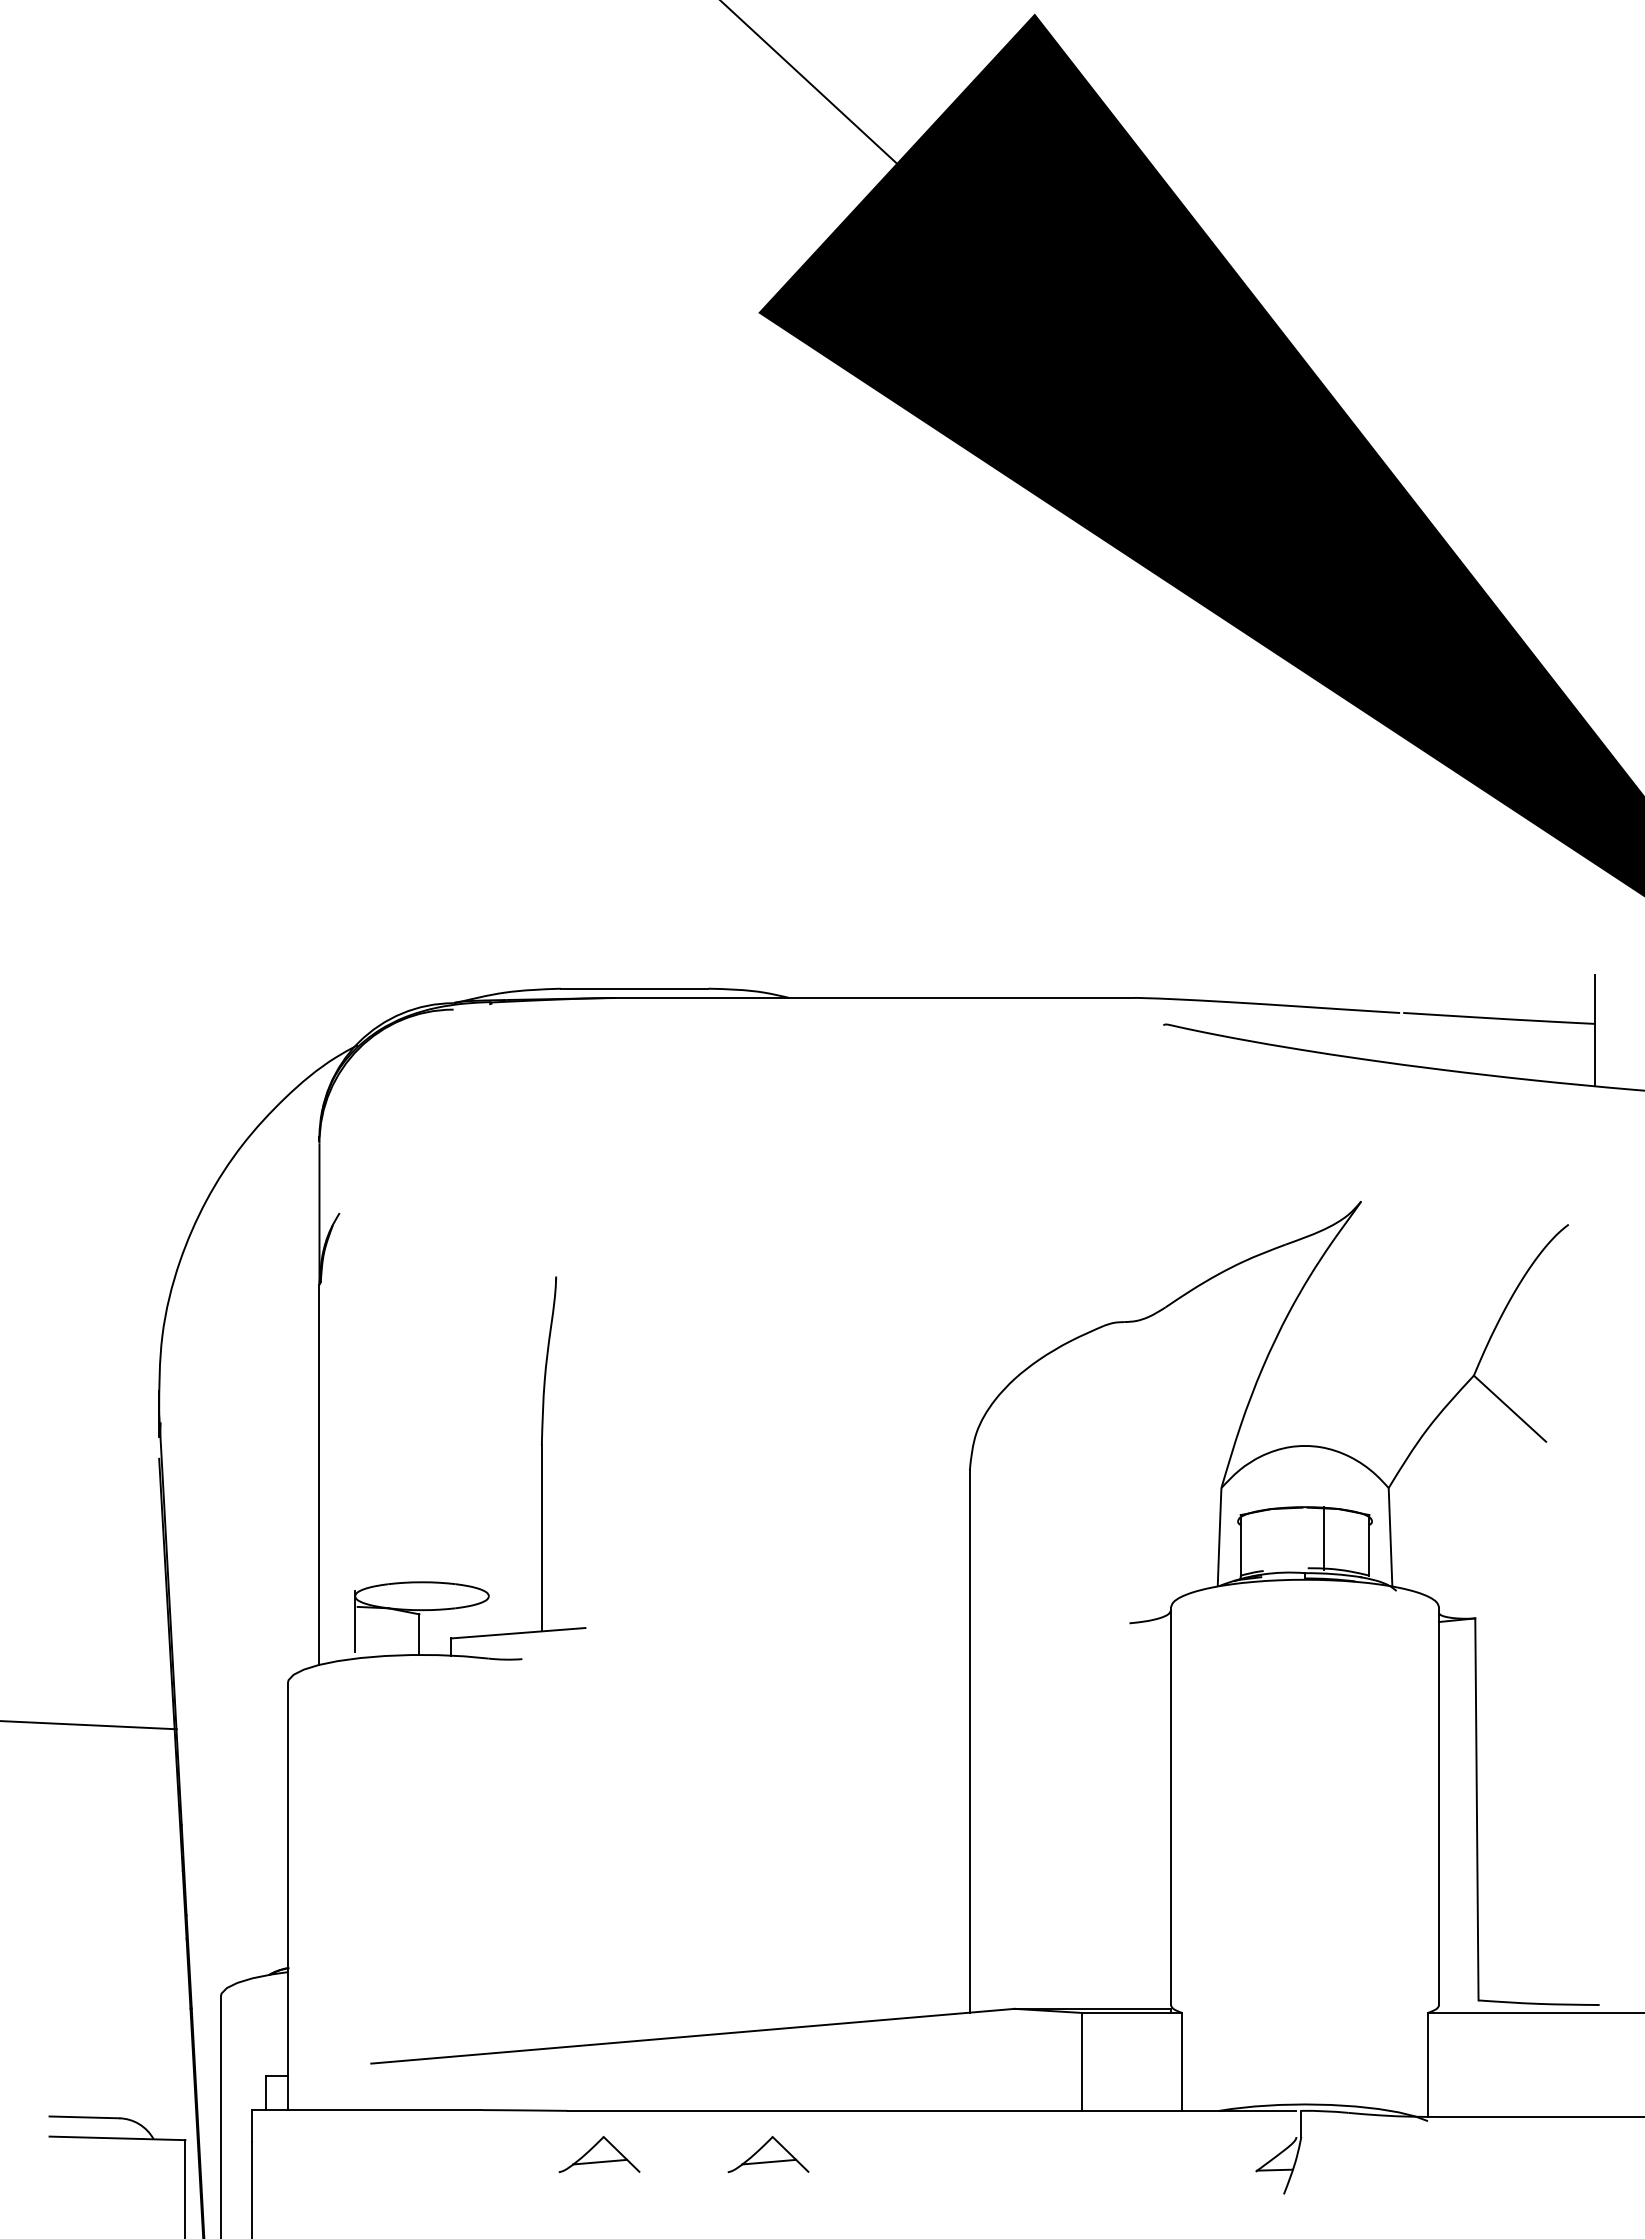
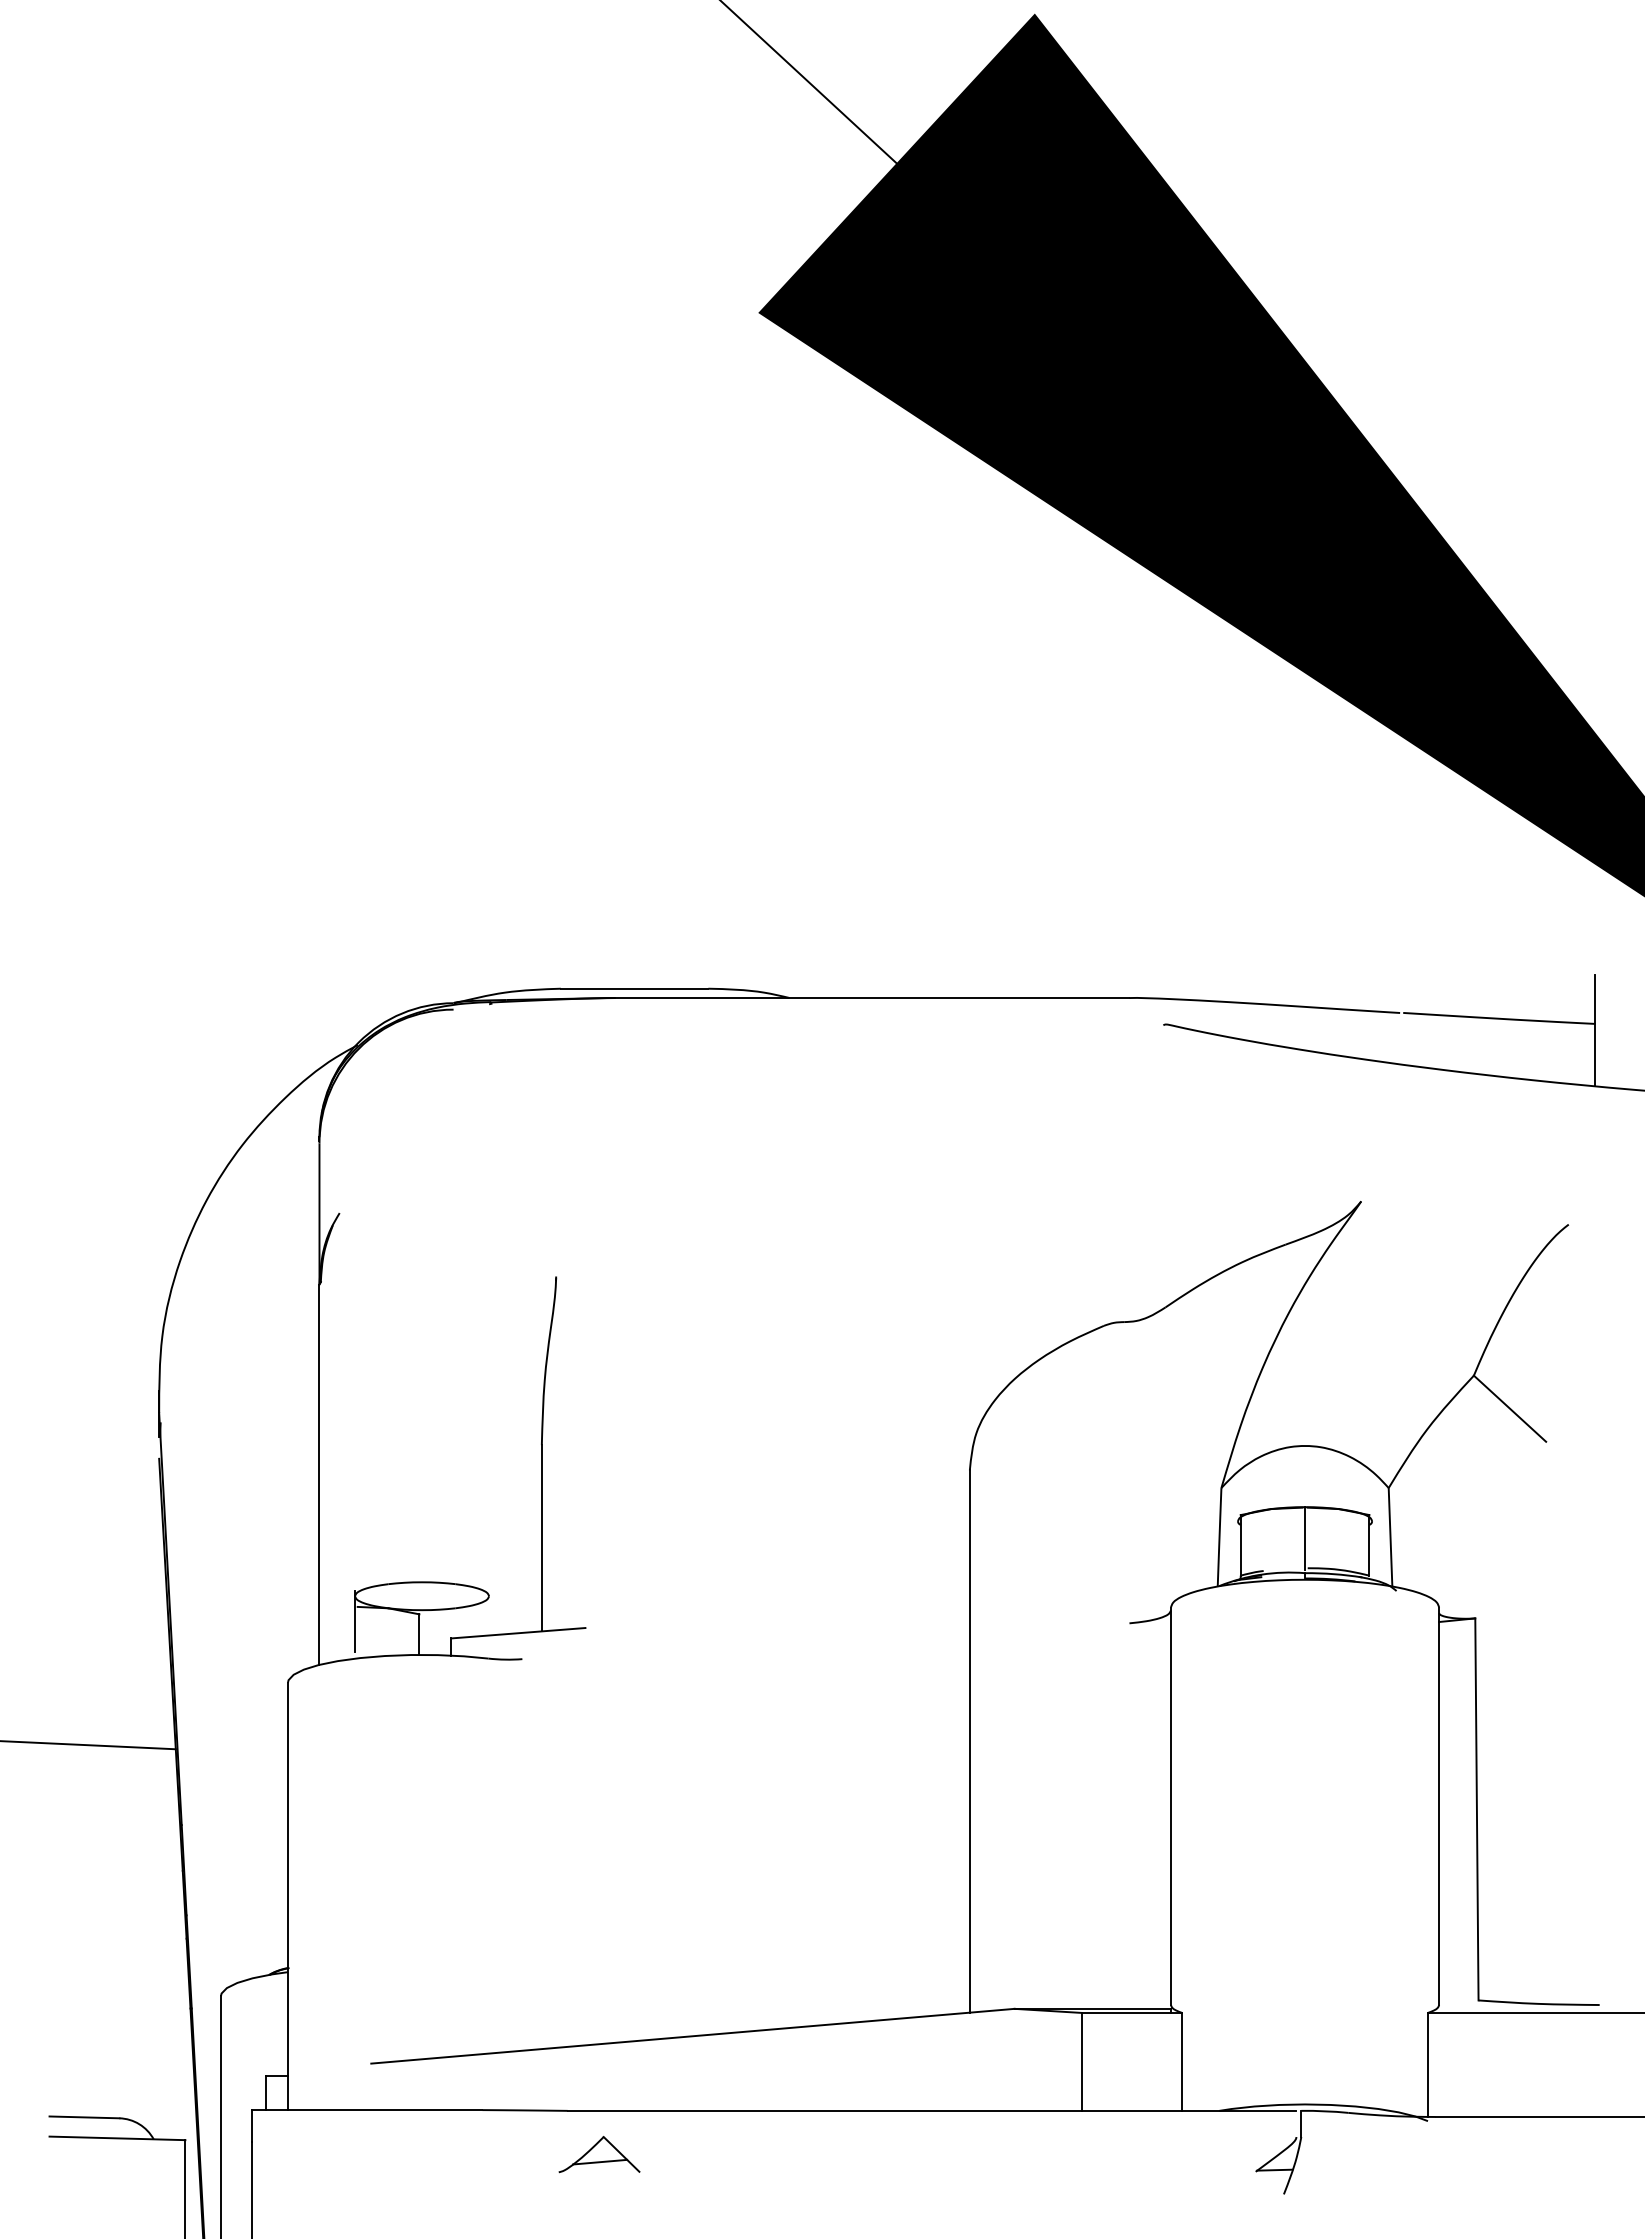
line at (1324, 1538) position: (1324, 1538) -> (1305, 1538)
line at (89, 1725) position: (89, 1725) -> (88, 1745)
part at (768, 2154): present -> none
